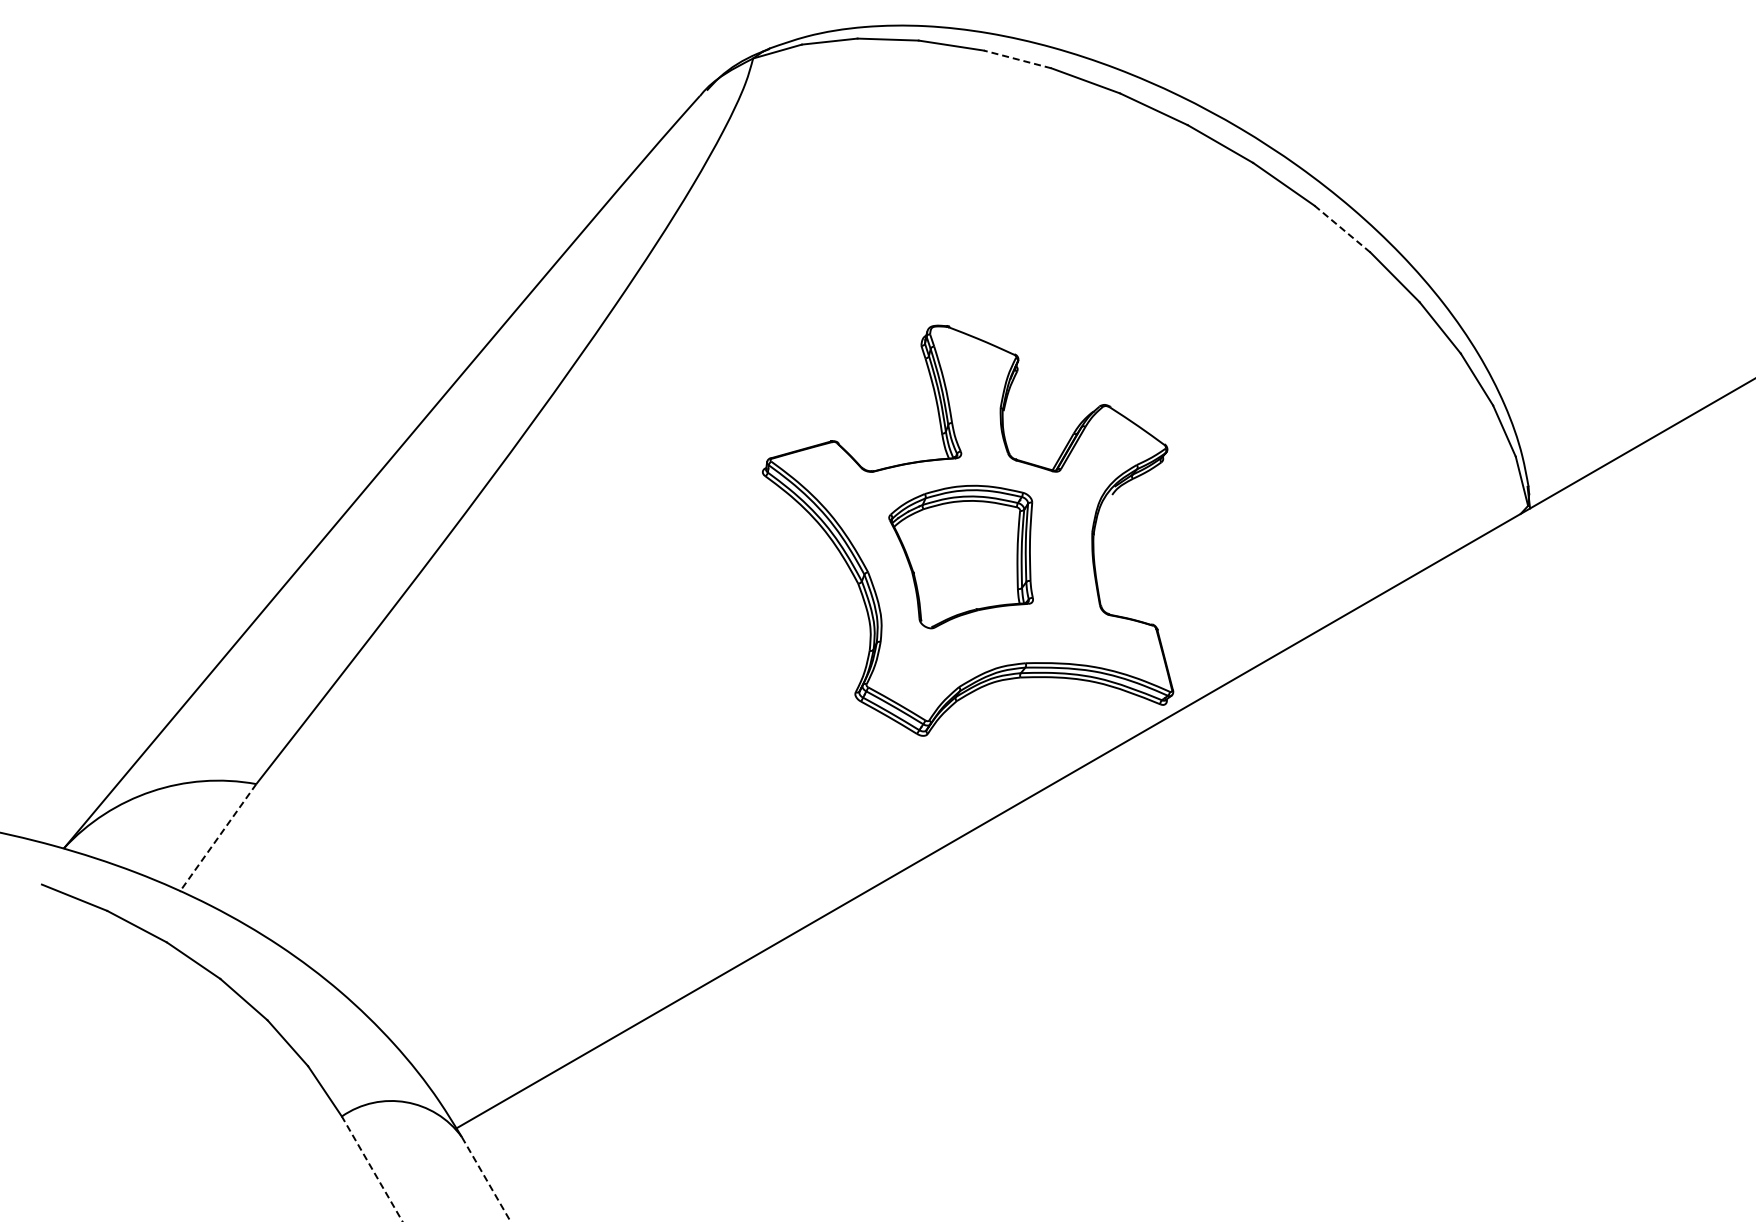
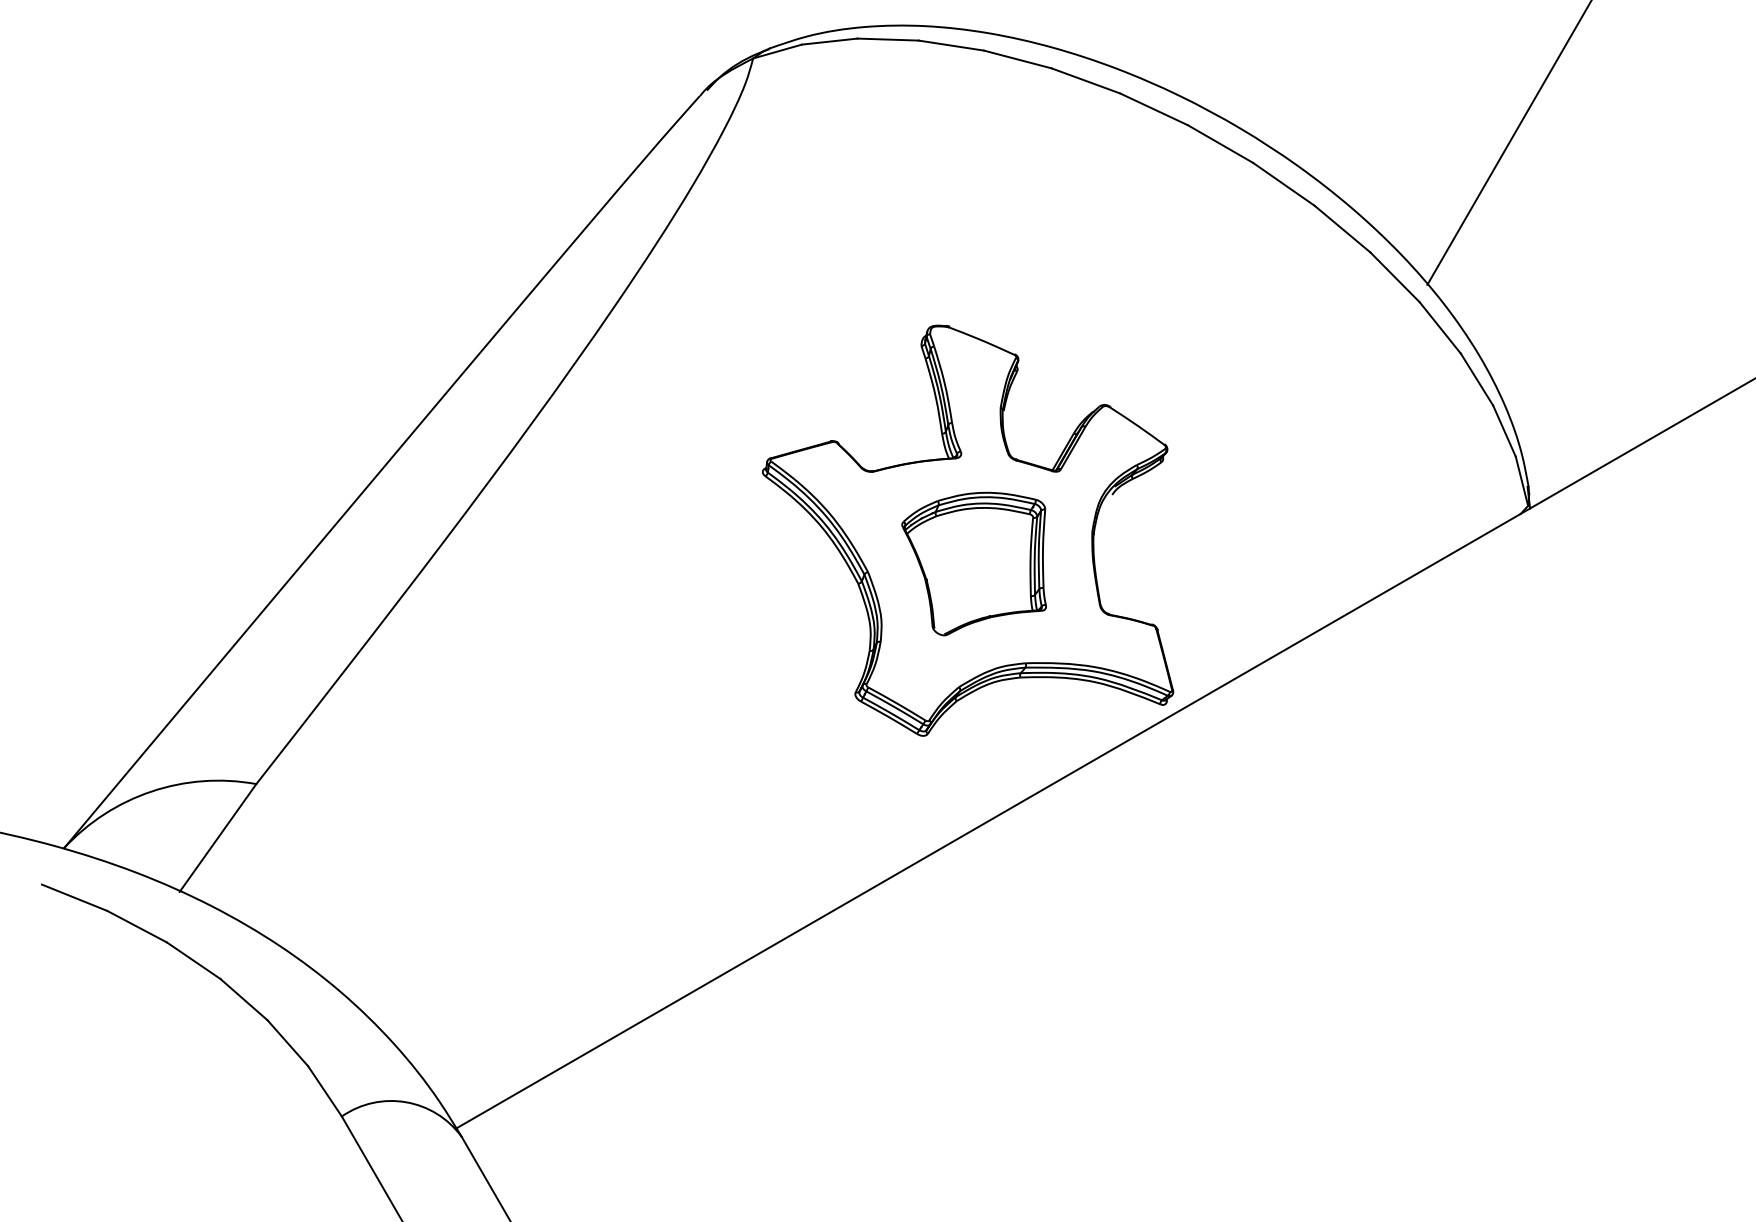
line at (1017, 59): dashed -> solid
line at (1508, 143): none -> present
line at (1342, 228): dashed -> solid
part at (960, 556) position: (960, 556) -> (973, 563)
line at (217, 838): dashed -> solid
line at (371, 1168): dashed -> solid
line at (486, 1179): dashed -> solid
